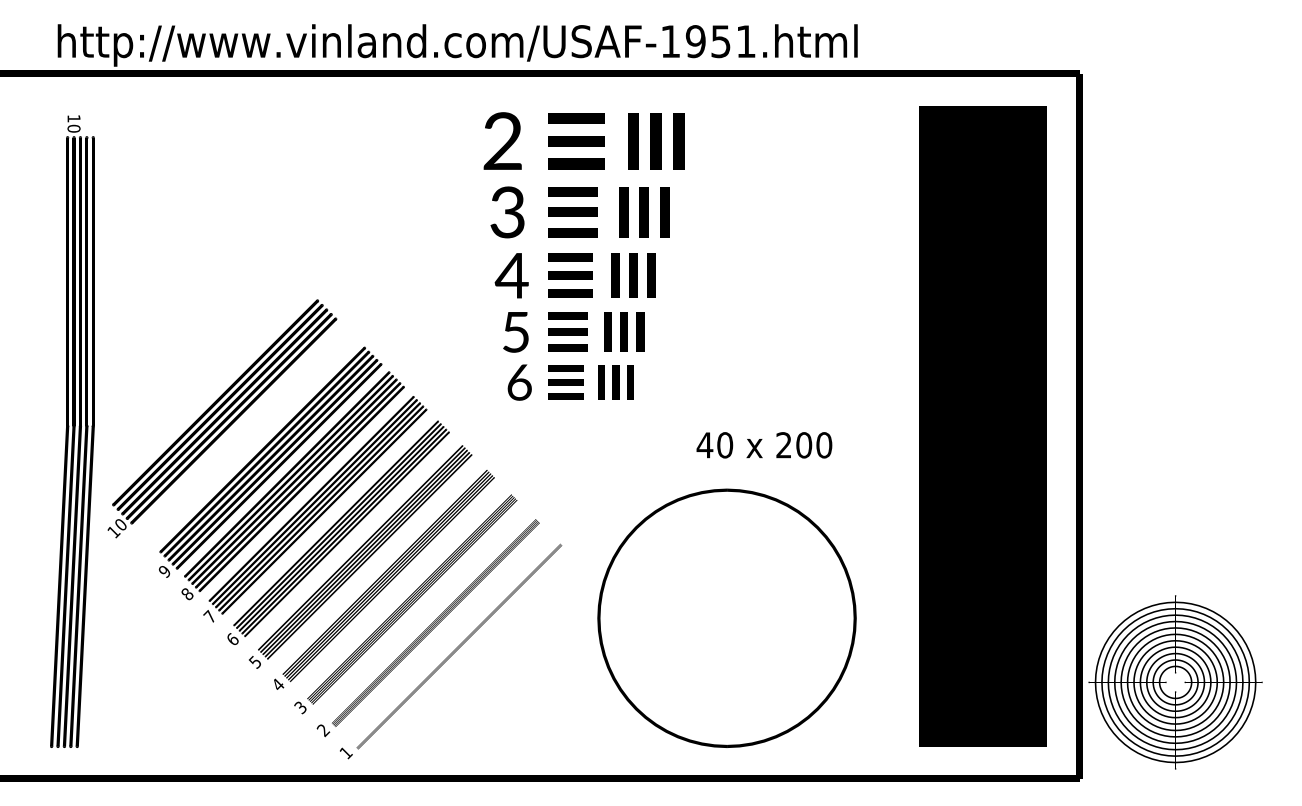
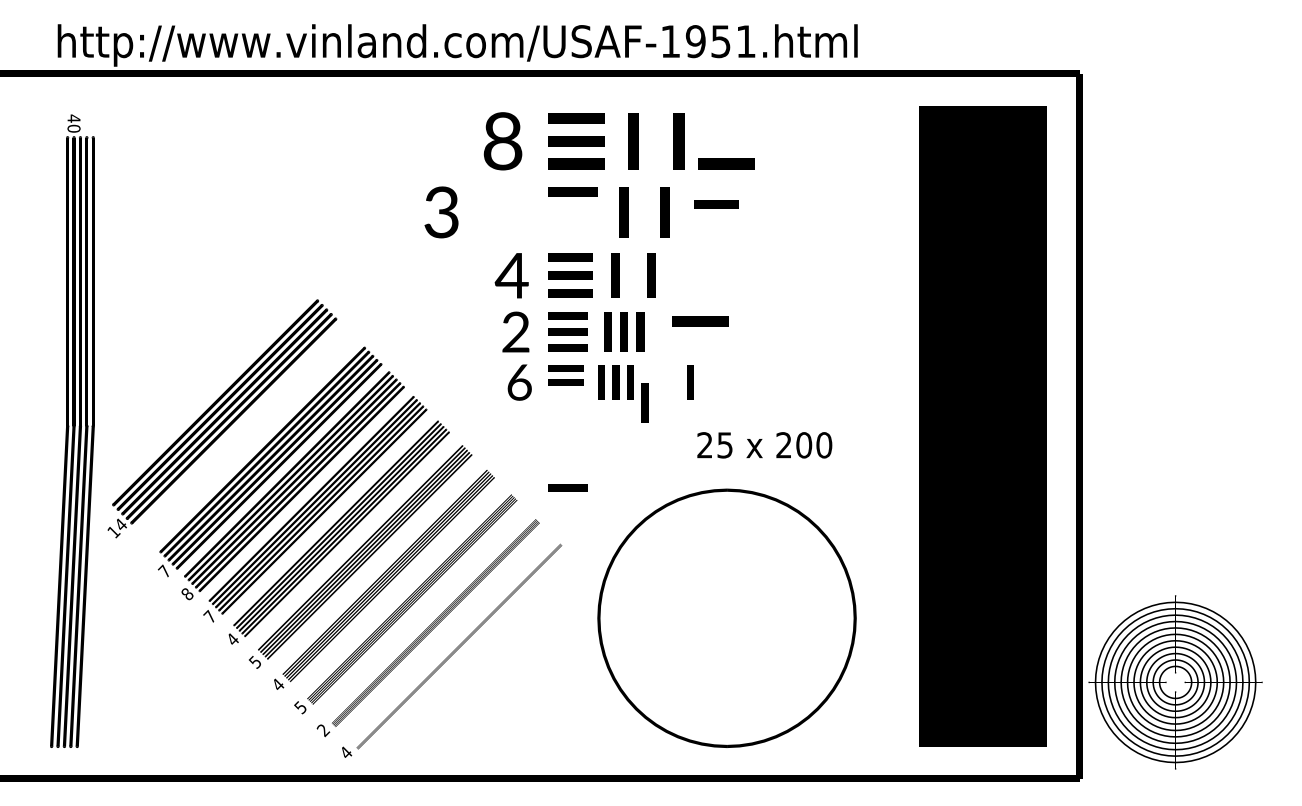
text at (73, 118): 10 -> 40
text at (502, 141): 2 -> 8
line at (655, 141): present -> none
line at (726, 163): none -> present
line at (716, 204): none -> present
line at (572, 211): present -> none
text at (507, 212) position: (507, 212) -> (441, 212)
line at (643, 212): present -> none
line at (572, 232): present -> none
line at (633, 275): present -> none
line at (700, 321): none -> present
text at (515, 331): 5 -> 2
line at (690, 382): none -> present
line at (565, 396): present -> none
line at (644, 402): none -> present
text at (714, 445): 40 -> 25
line at (567, 487): none -> present
text at (120, 524): 10 -> 14
text at (163, 570): 9 -> 7
text at (232, 638): 6 -> 4
text at (300, 705): 3 -> 5
text at (346, 752): 1 -> 4
